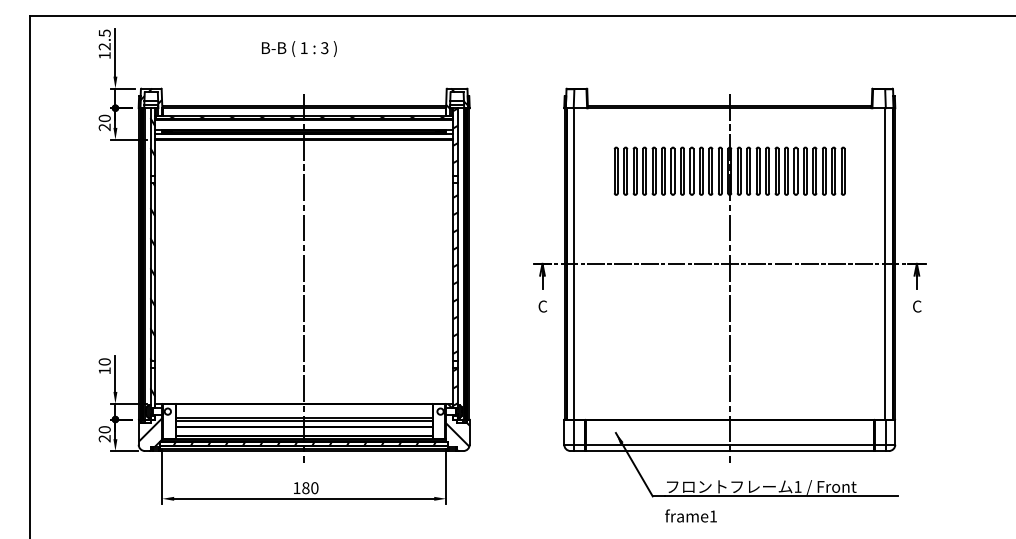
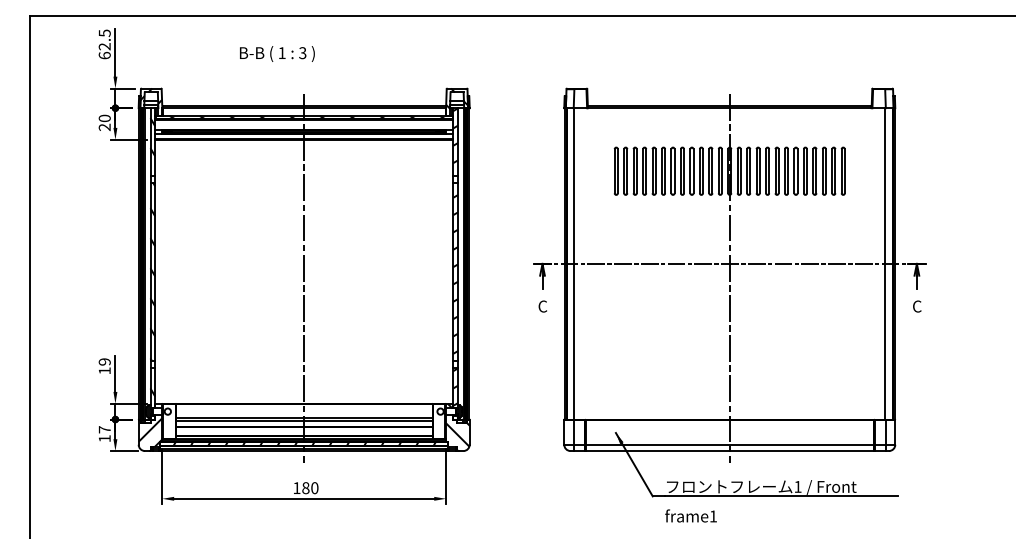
text at (299, 48) position: (299, 48) -> (277, 53)
text at (104, 55): 12.5 -> 62.5
text at (104, 361): 10 -> 19
text at (104, 434): 20 -> 17
